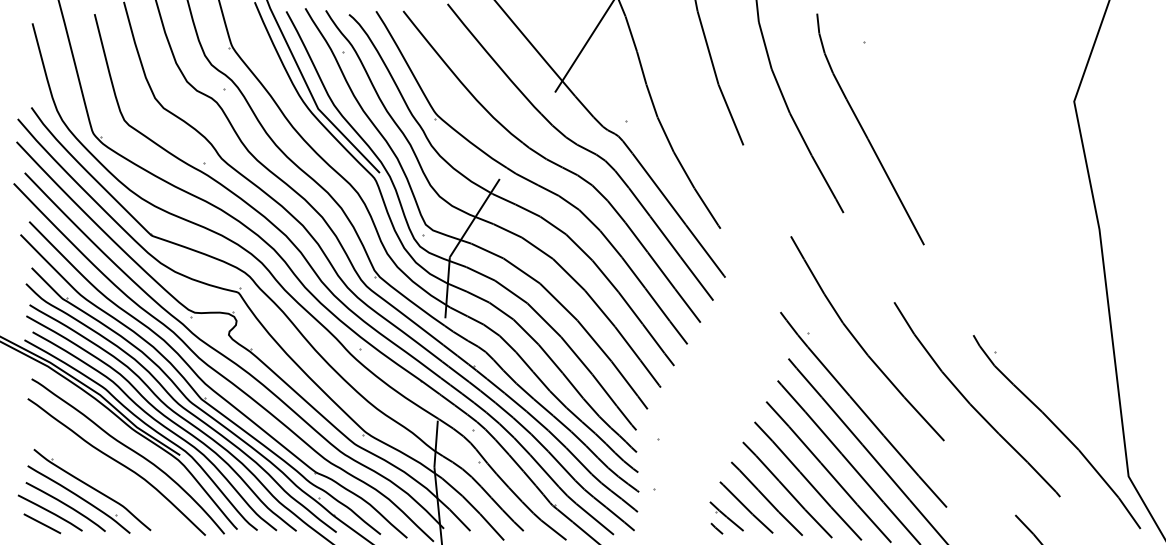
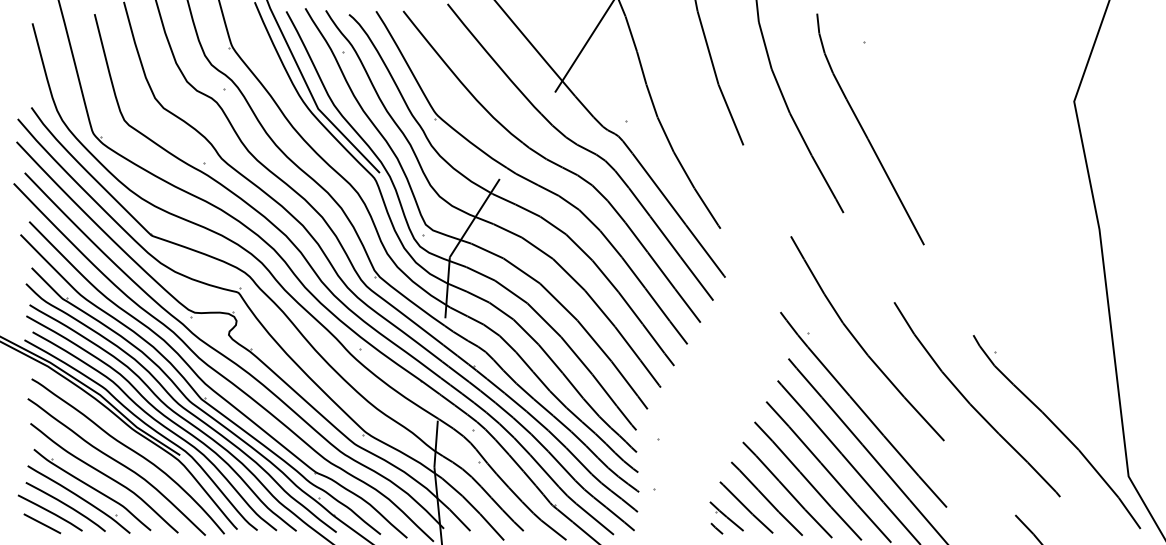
curve at (105, 476): none -> present
